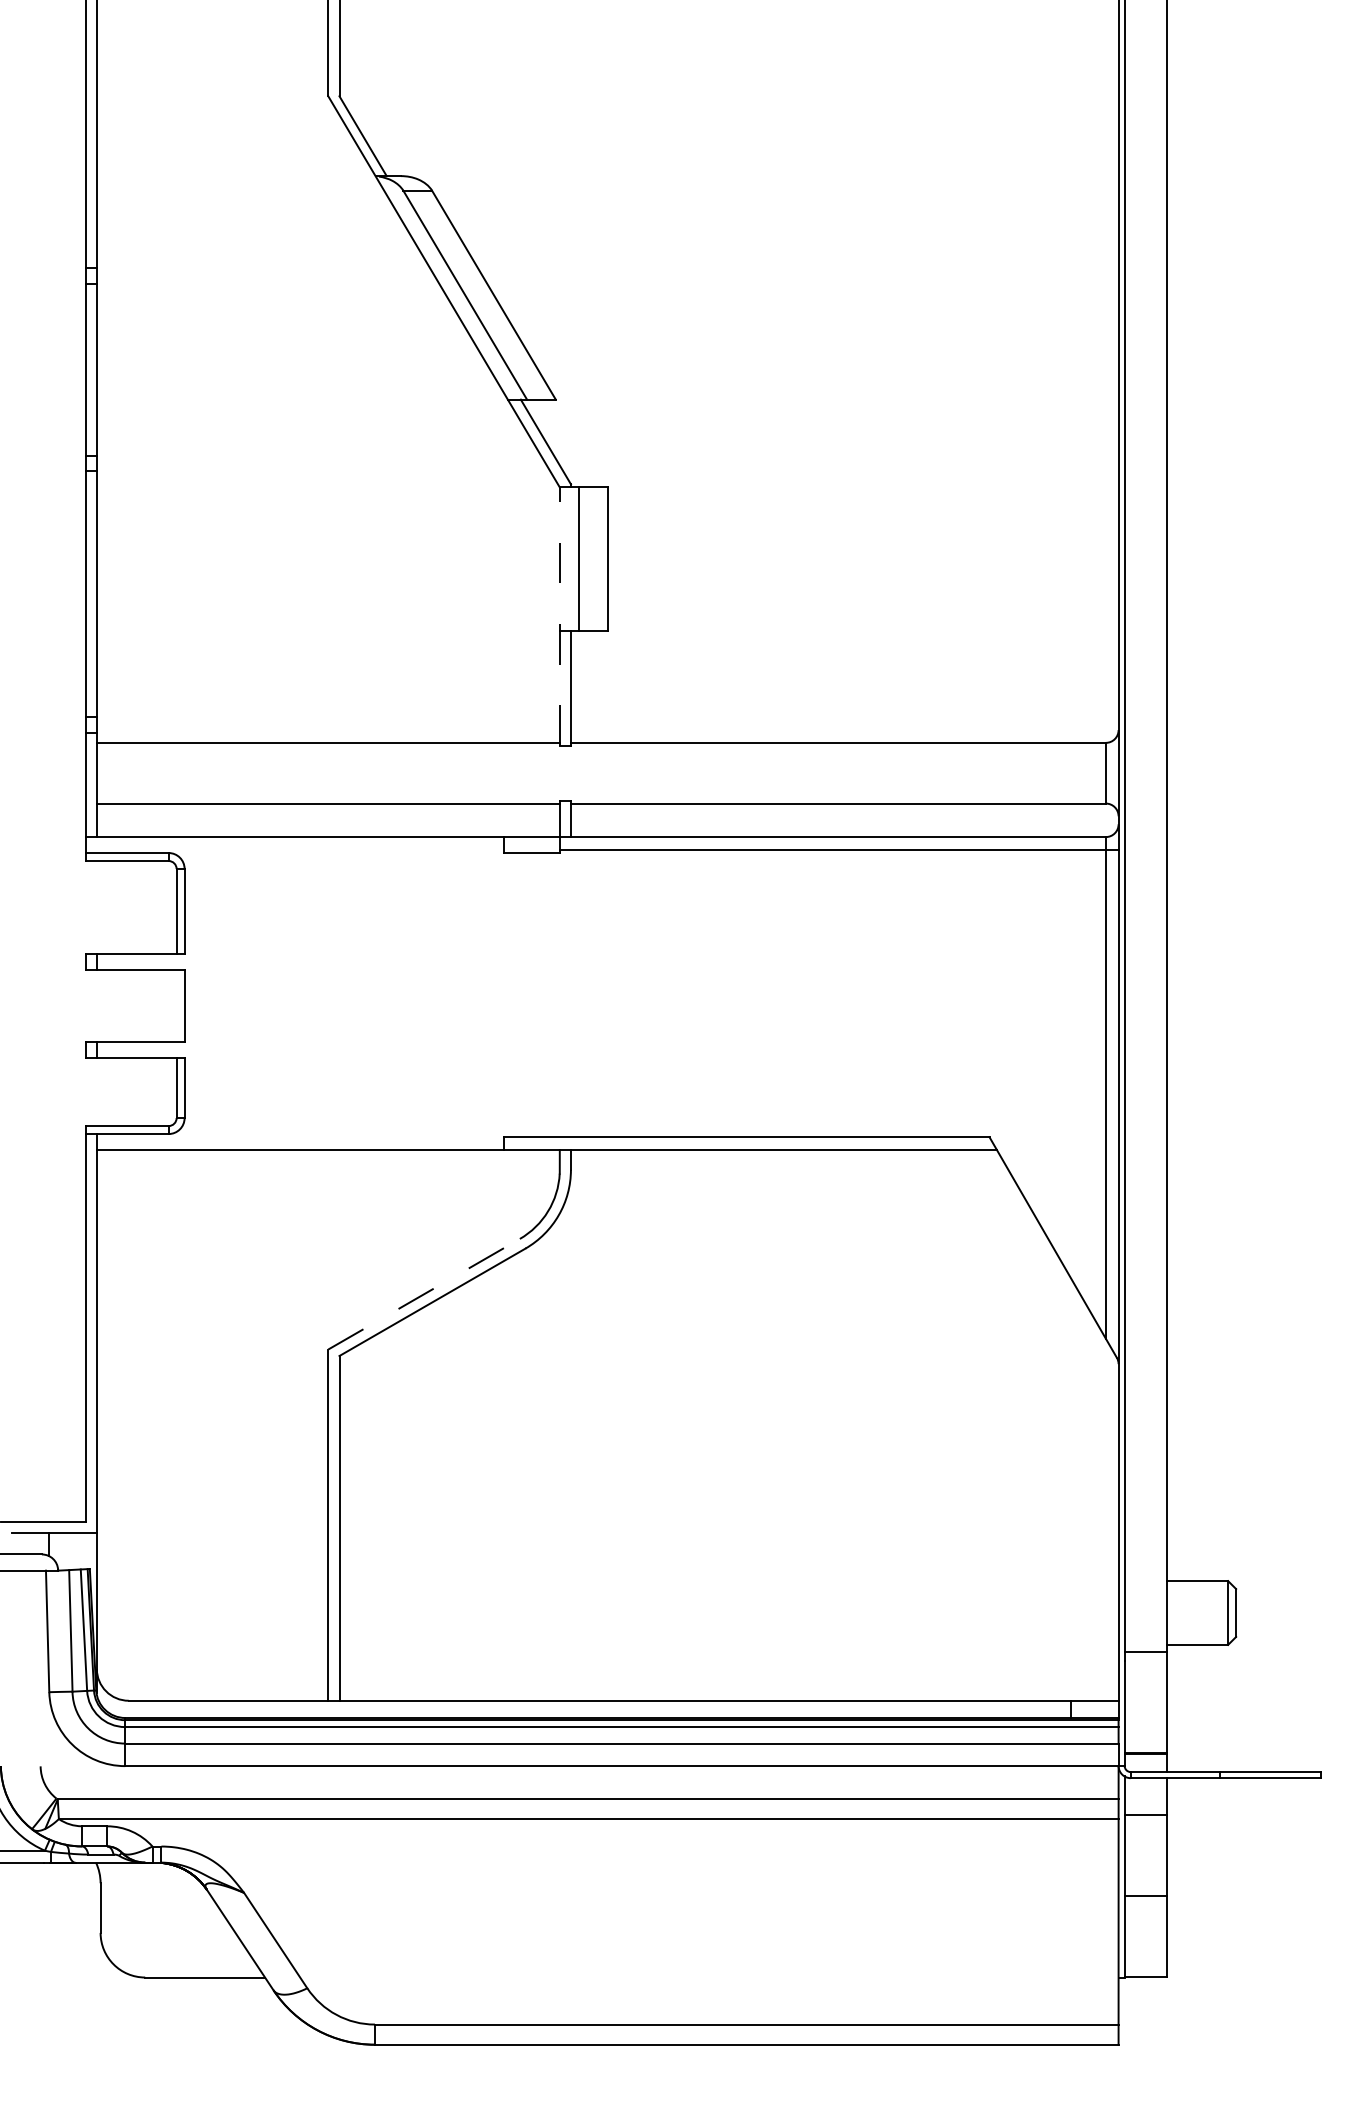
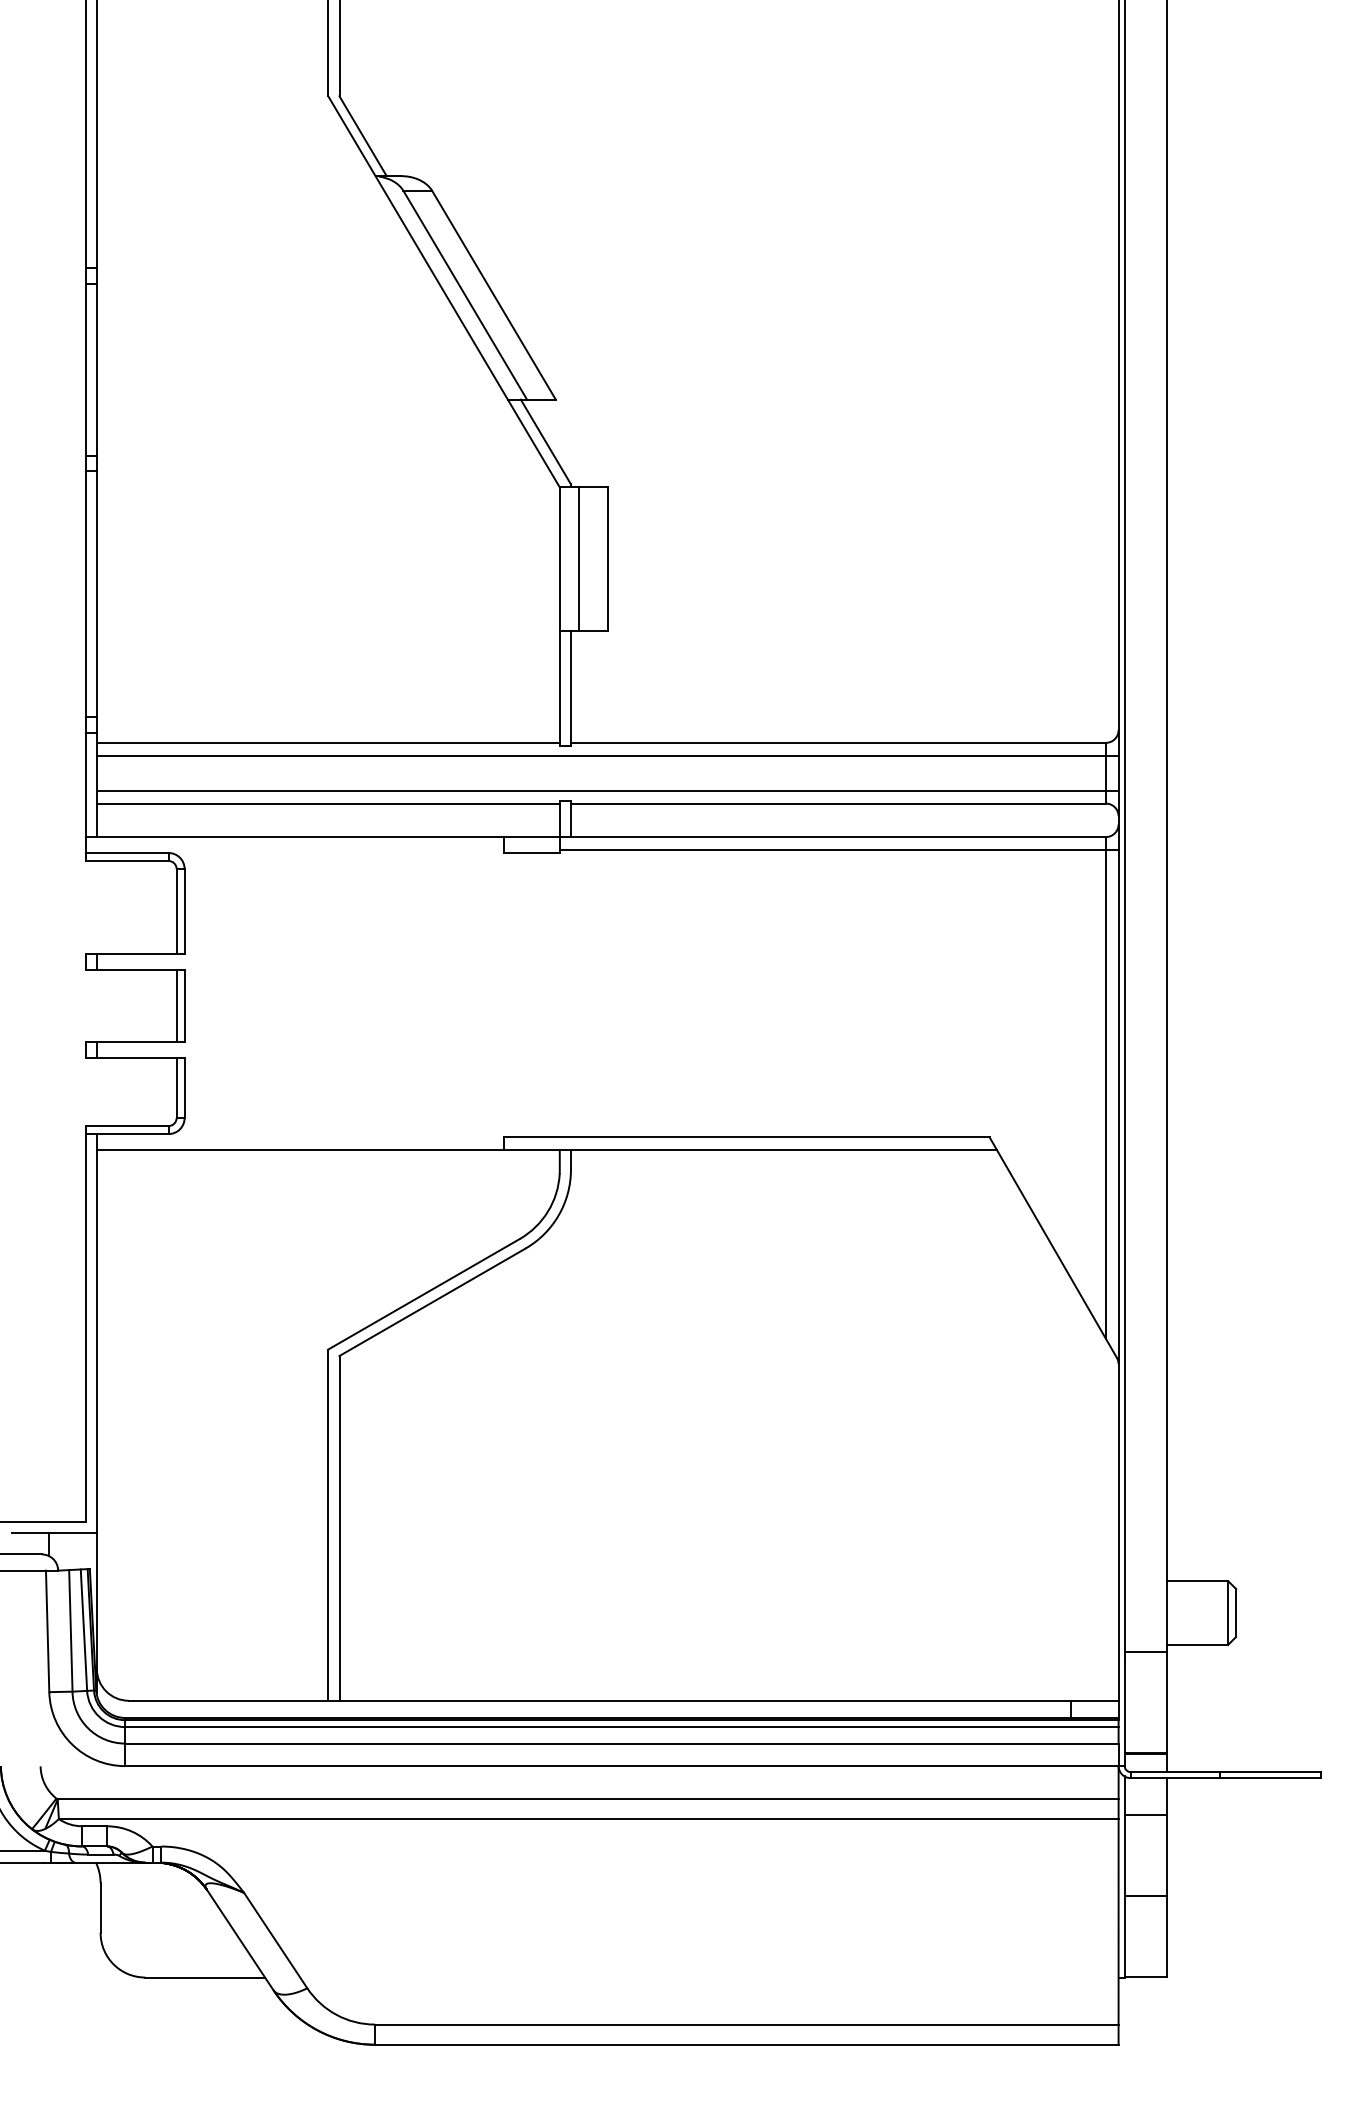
line at (559, 616): dashed -> solid
line at (607, 755): none -> present
line at (607, 790): none -> present
line at (176, 1006): none -> present
line at (424, 1294): dashed -> solid
